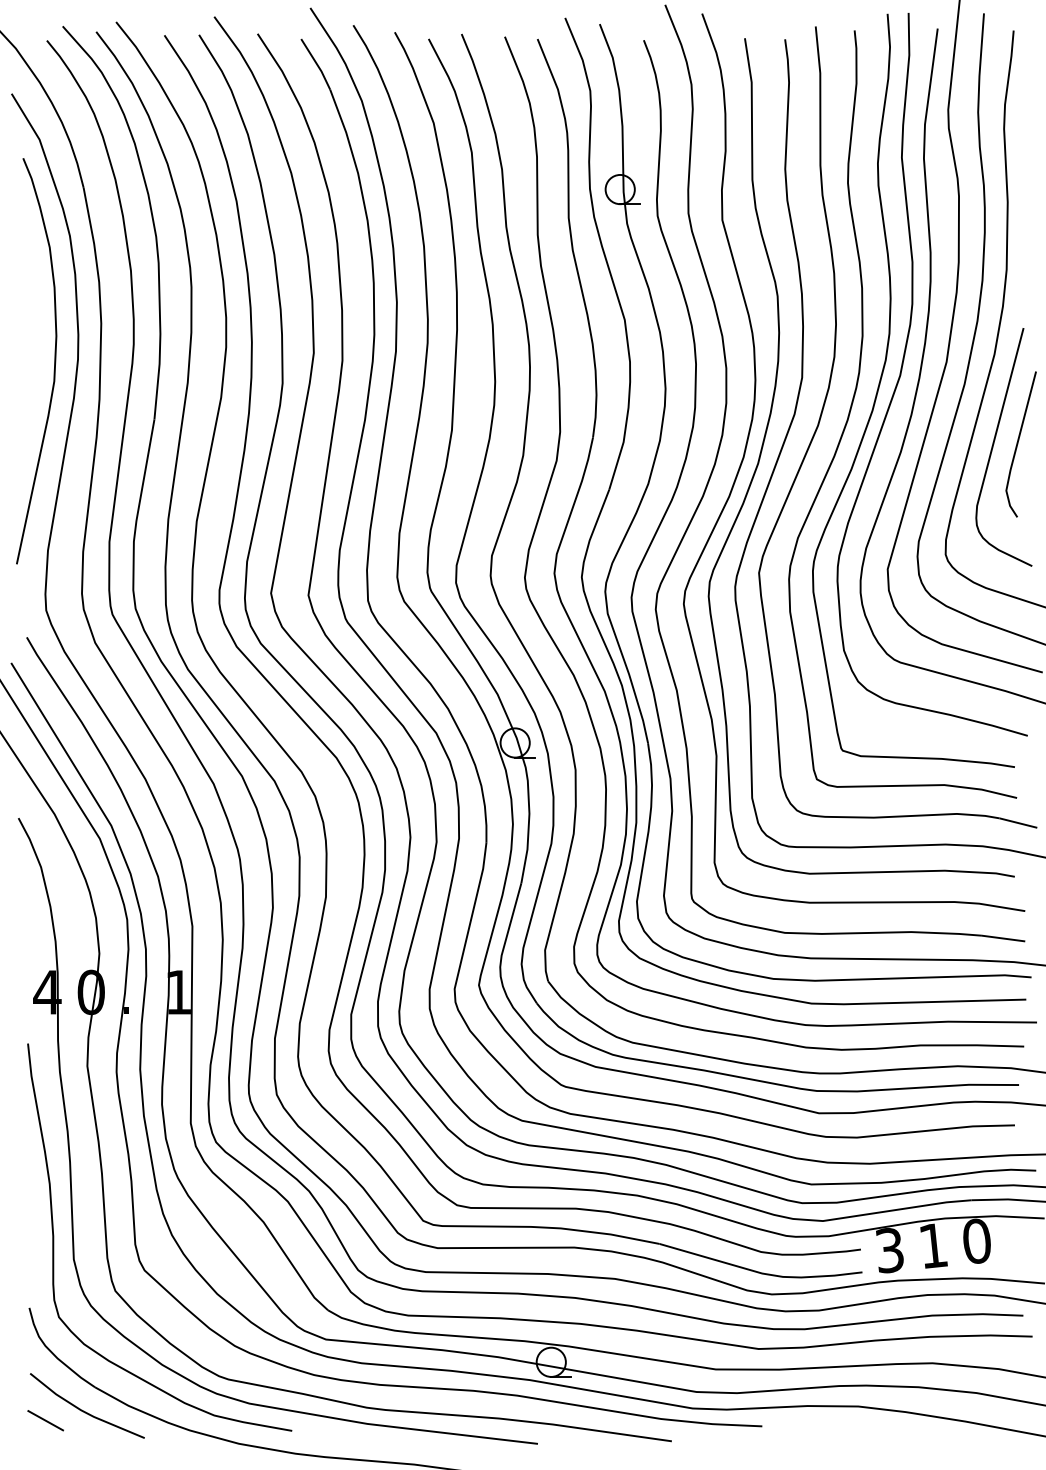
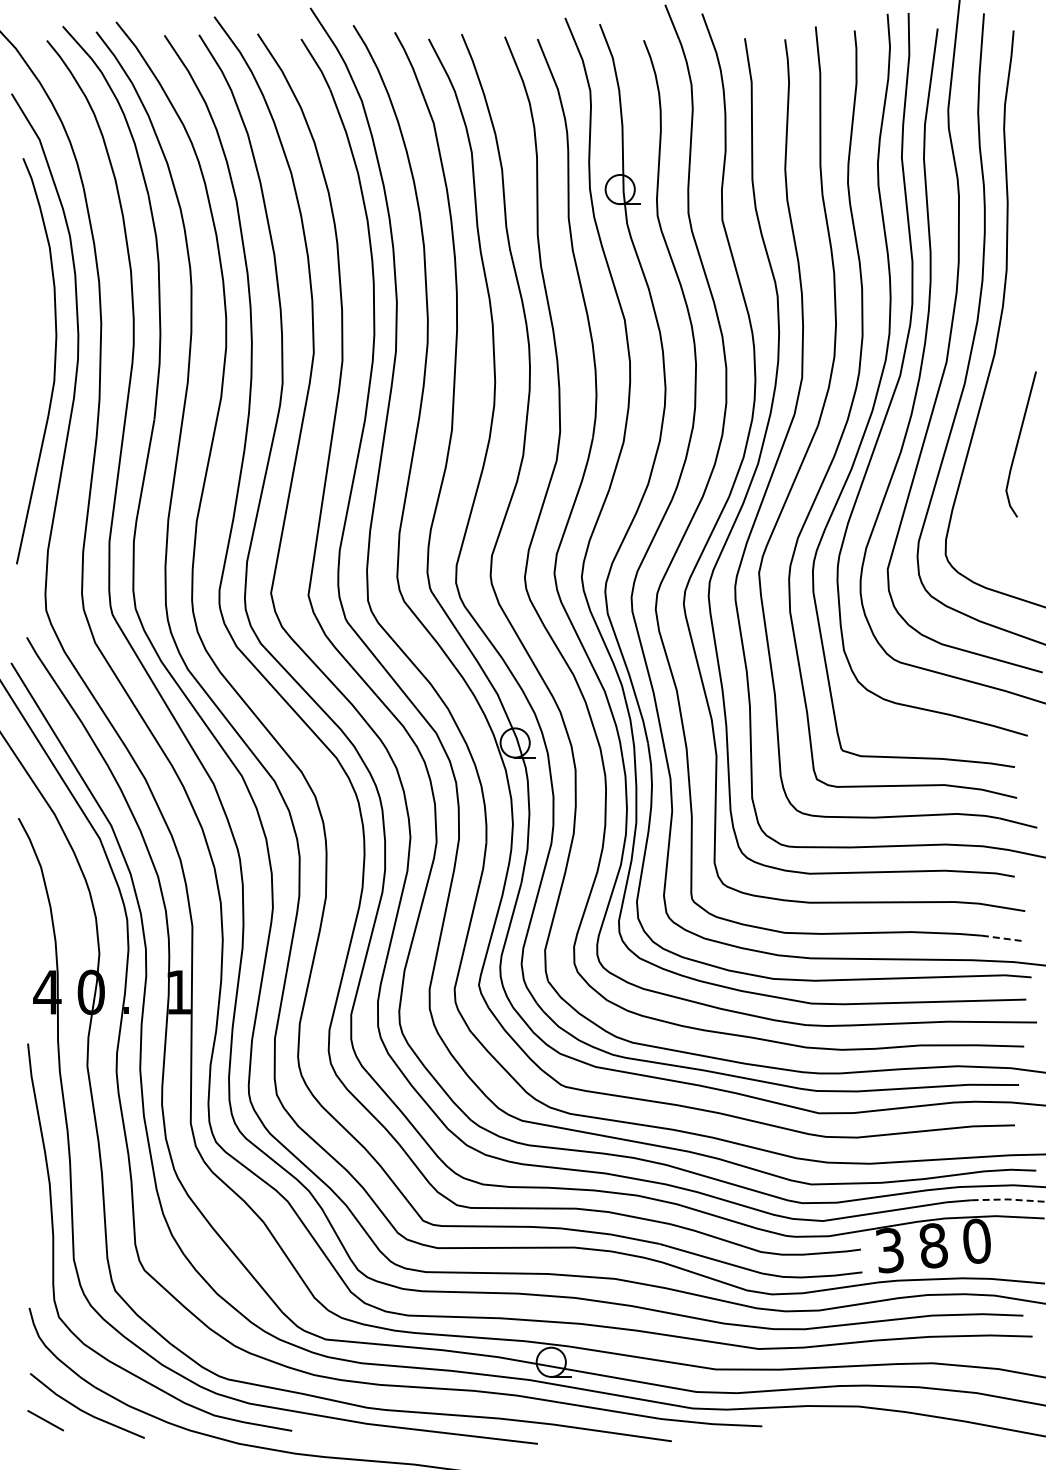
curve at (994, 444): present -> none
line at (1003, 938): solid -> dashed
line at (1008, 1199): solid -> dashed
text at (933, 1245): 1 -> 8
